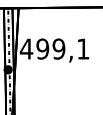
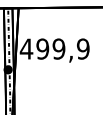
text at (82, 48): 499,1 -> 499,9
